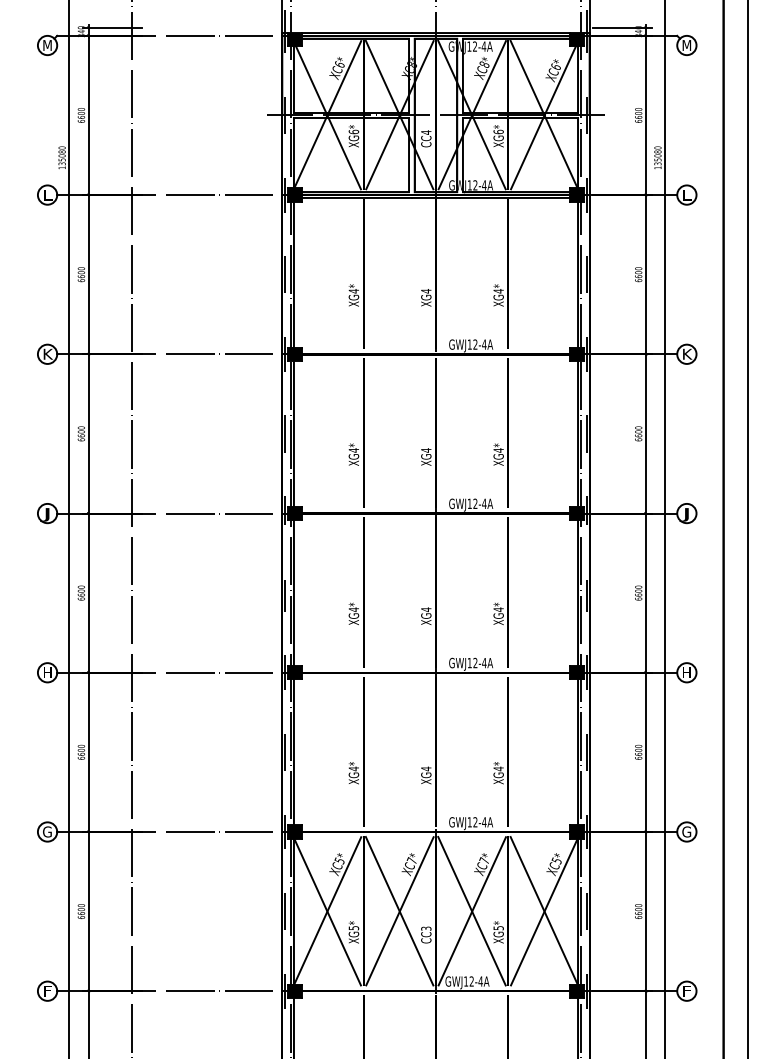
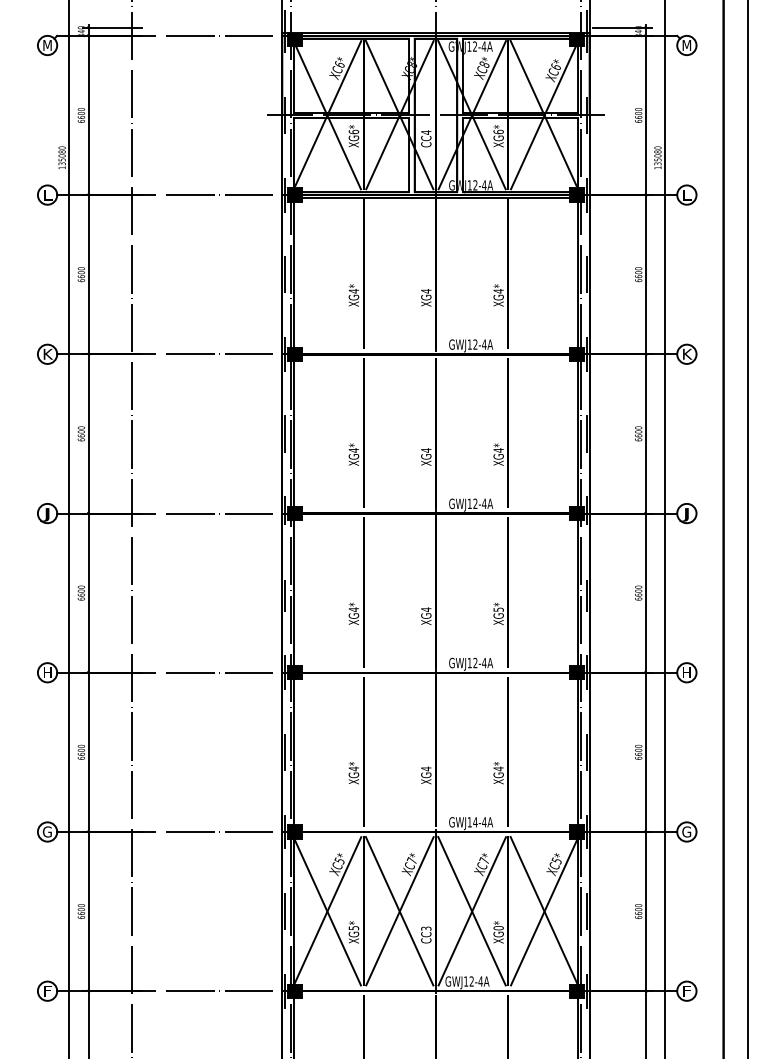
text at (498, 609): XG4* -> XG5*
text at (475, 822): GWJ12-4A -> GWJ14-4A
text at (498, 928): XG5* -> XG0*
